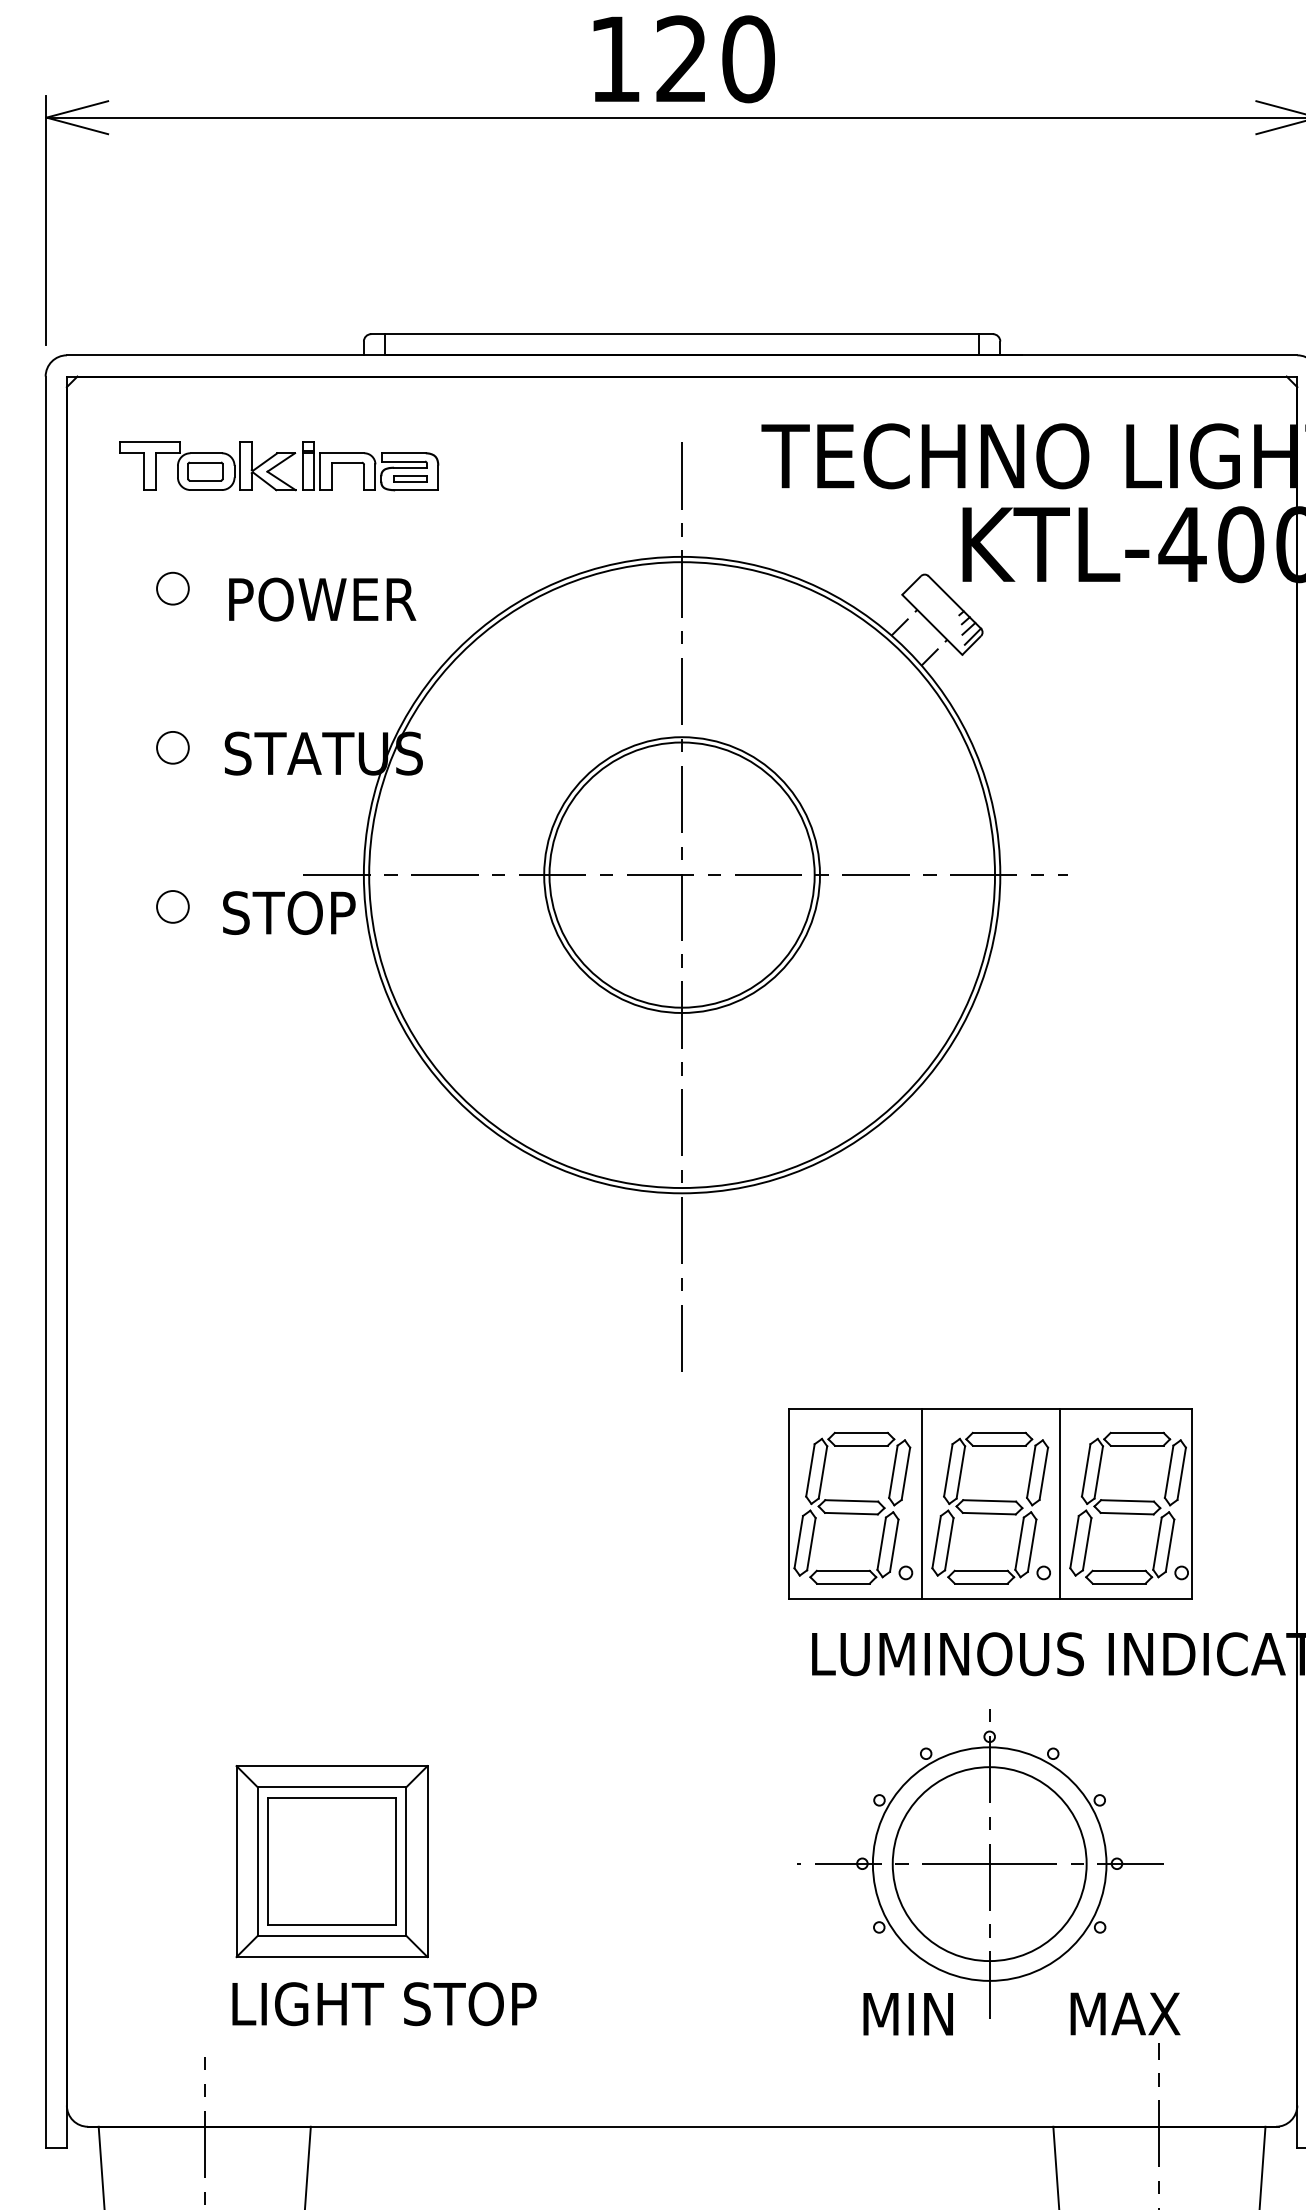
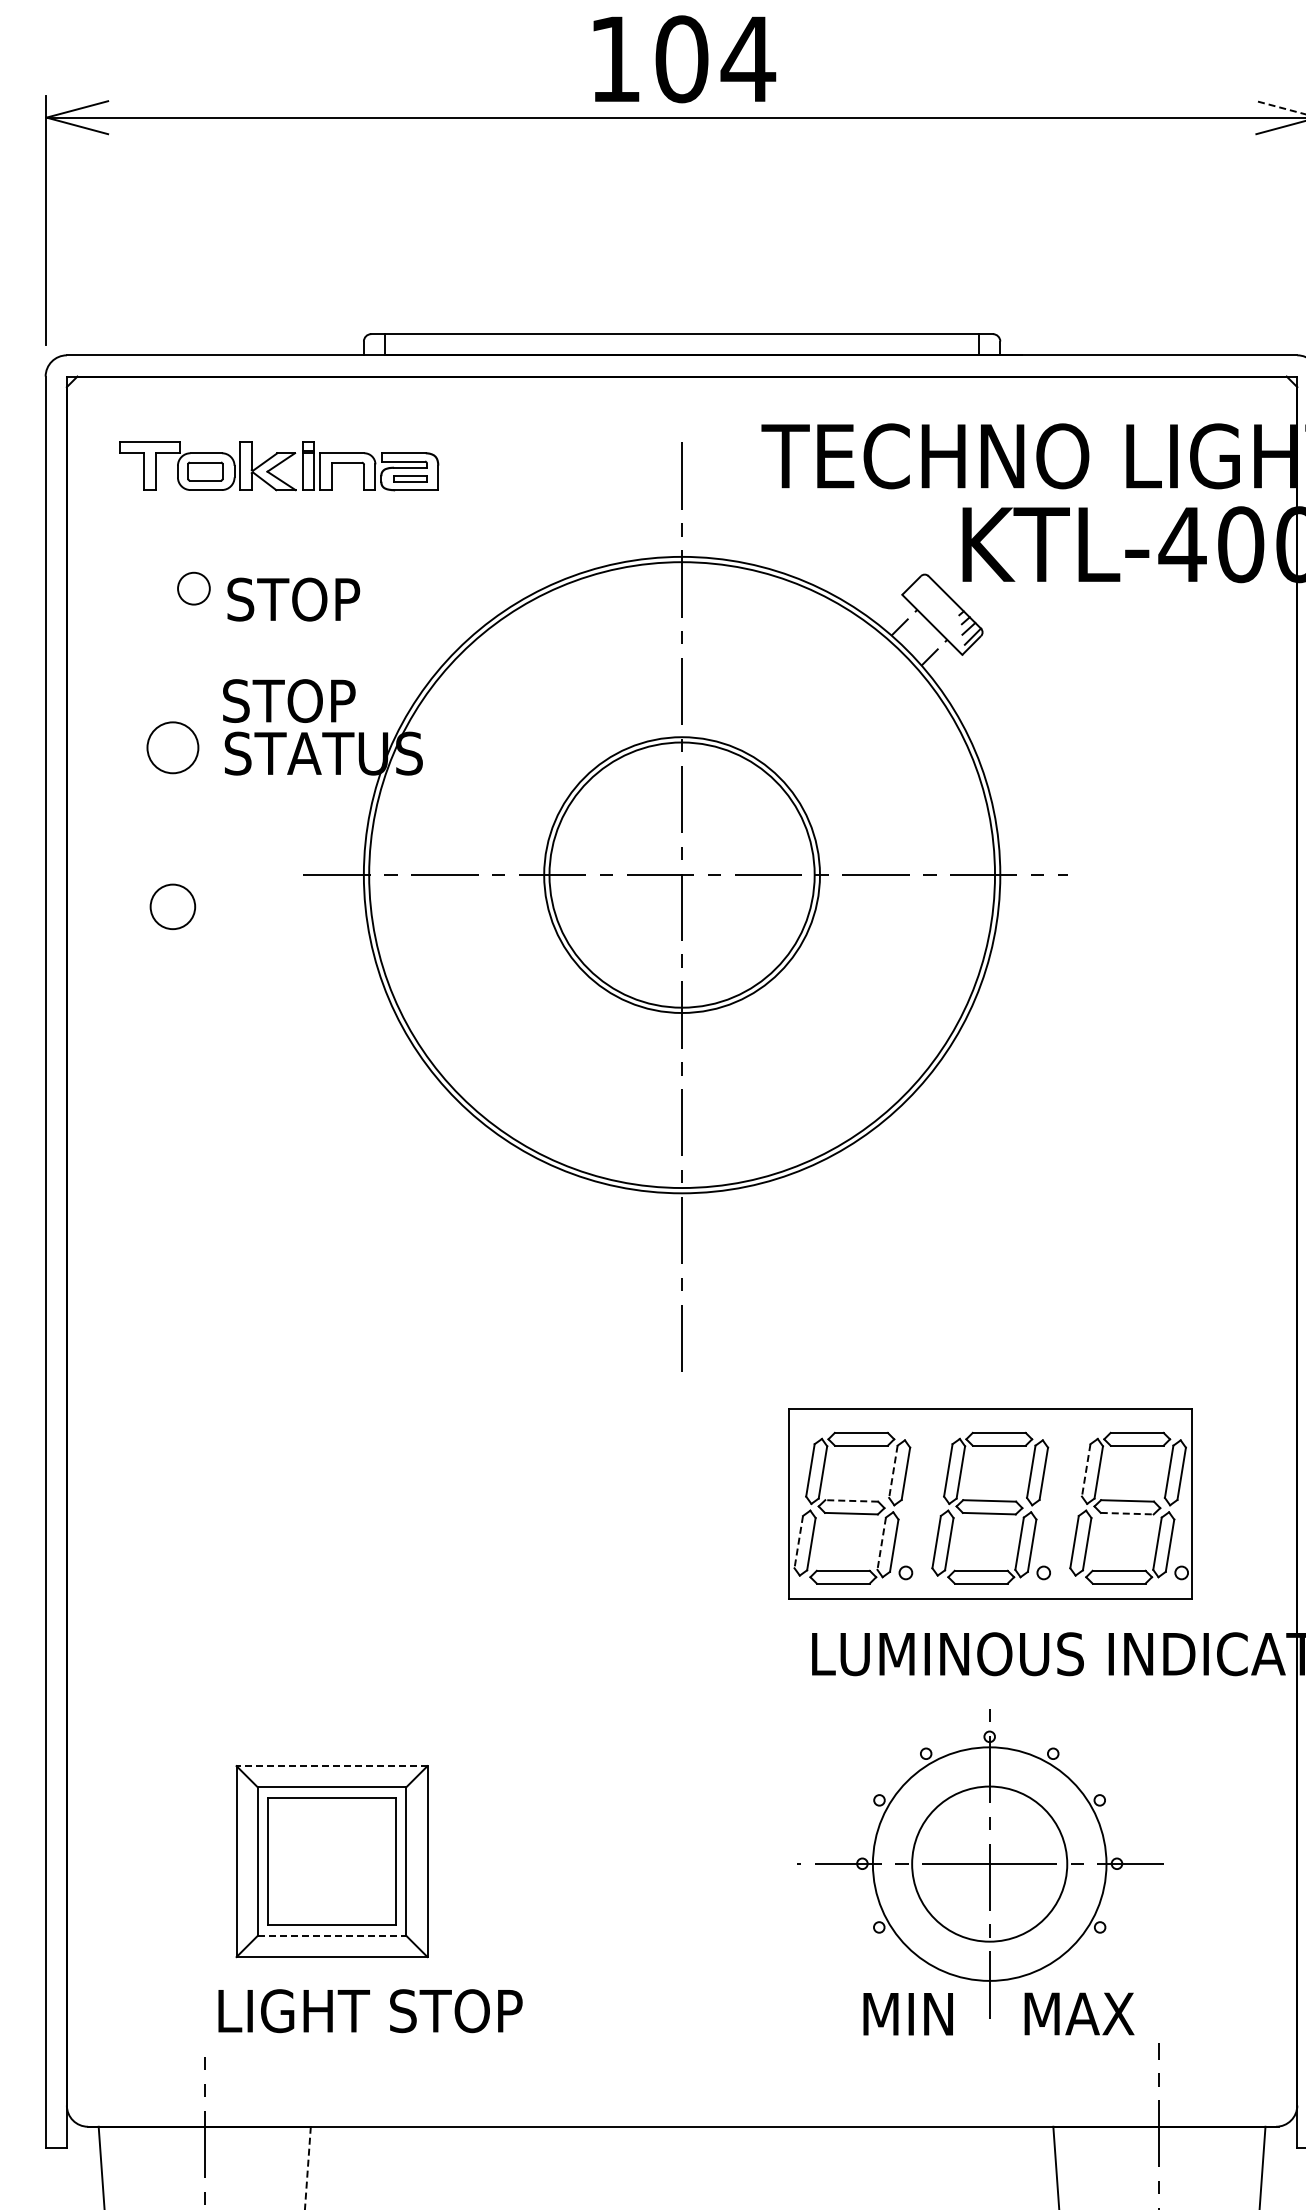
text at (715, 59): 120 -> 104
line at (1280, 107): solid -> dashed
circle at (172, 588) position: (172, 588) -> (193, 588)
text at (321, 599): POWER -> STOP
circle at (172, 747) diameter: 32 px -> 51 px
circle at (172, 906) size: 34x34 px -> 48x47 px
text at (289, 912) position: (289, 912) -> (289, 700)
line at (1086, 1470): solid -> dashed
line at (893, 1472): solid -> dashed
line at (851, 1500): solid -> dashed
line at (921, 1503): present -> none
line at (1059, 1503): present -> none
line at (1127, 1513): solid -> dashed
line at (798, 1542): solid -> dashed
line at (881, 1544): solid -> dashed
line at (331, 1766): solid -> dashed
circle at (989, 1864) diameter: 194 px -> 155 px
line at (332, 1935): solid -> dashed
text at (384, 2004) position: (384, 2004) -> (370, 2011)
text at (1125, 2013) position: (1125, 2013) -> (1079, 2013)
line at (307, 2168): solid -> dashed
